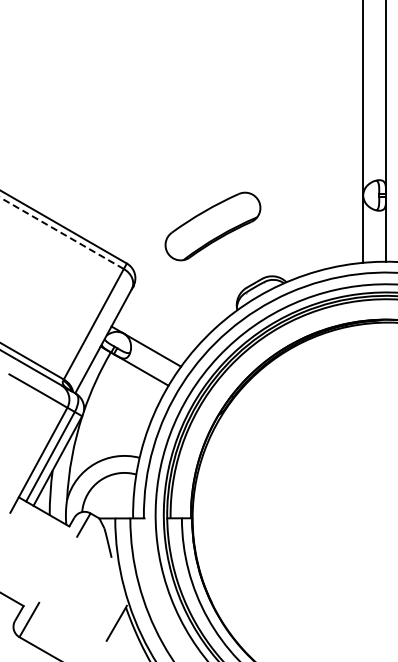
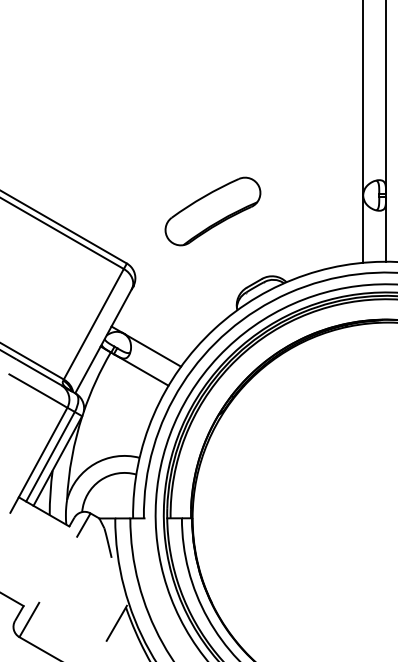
part at (212, 226) position: (212, 226) -> (212, 211)
line at (61, 233): dashed -> solid
